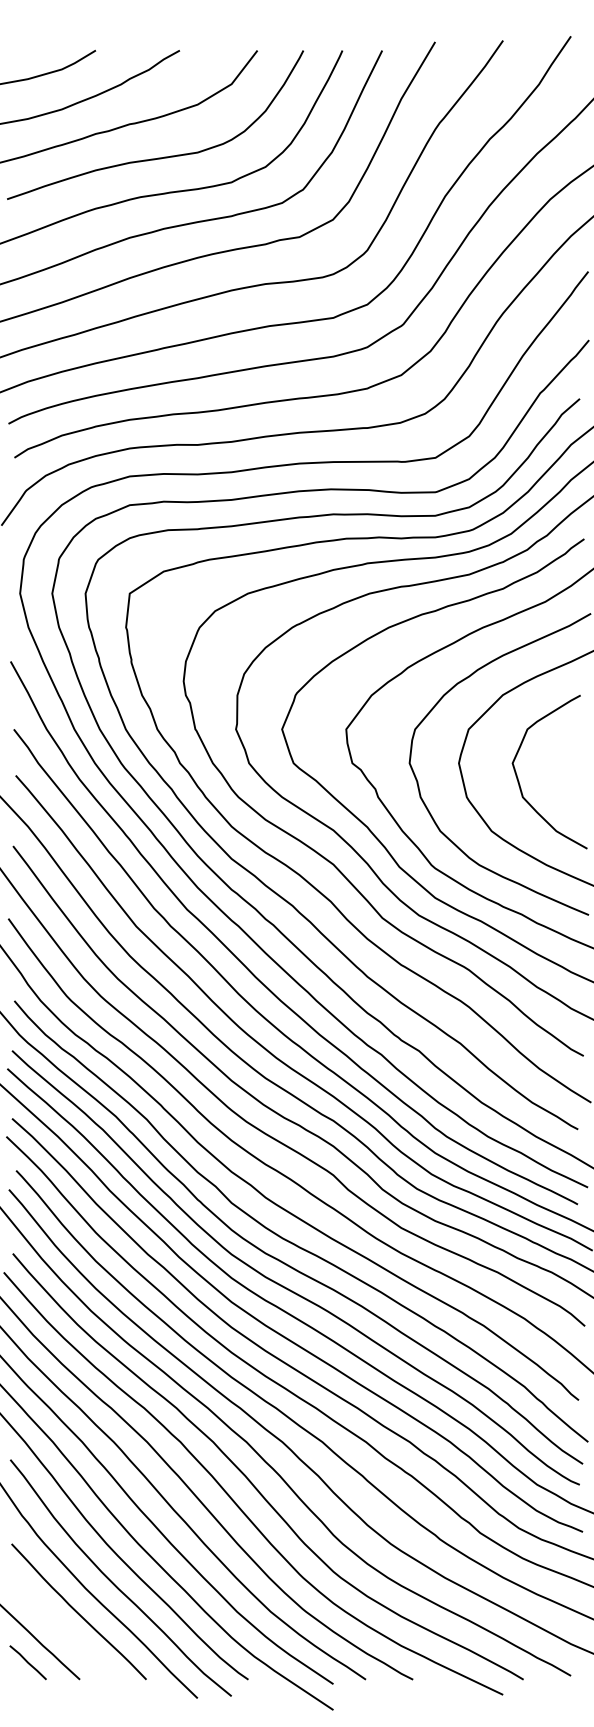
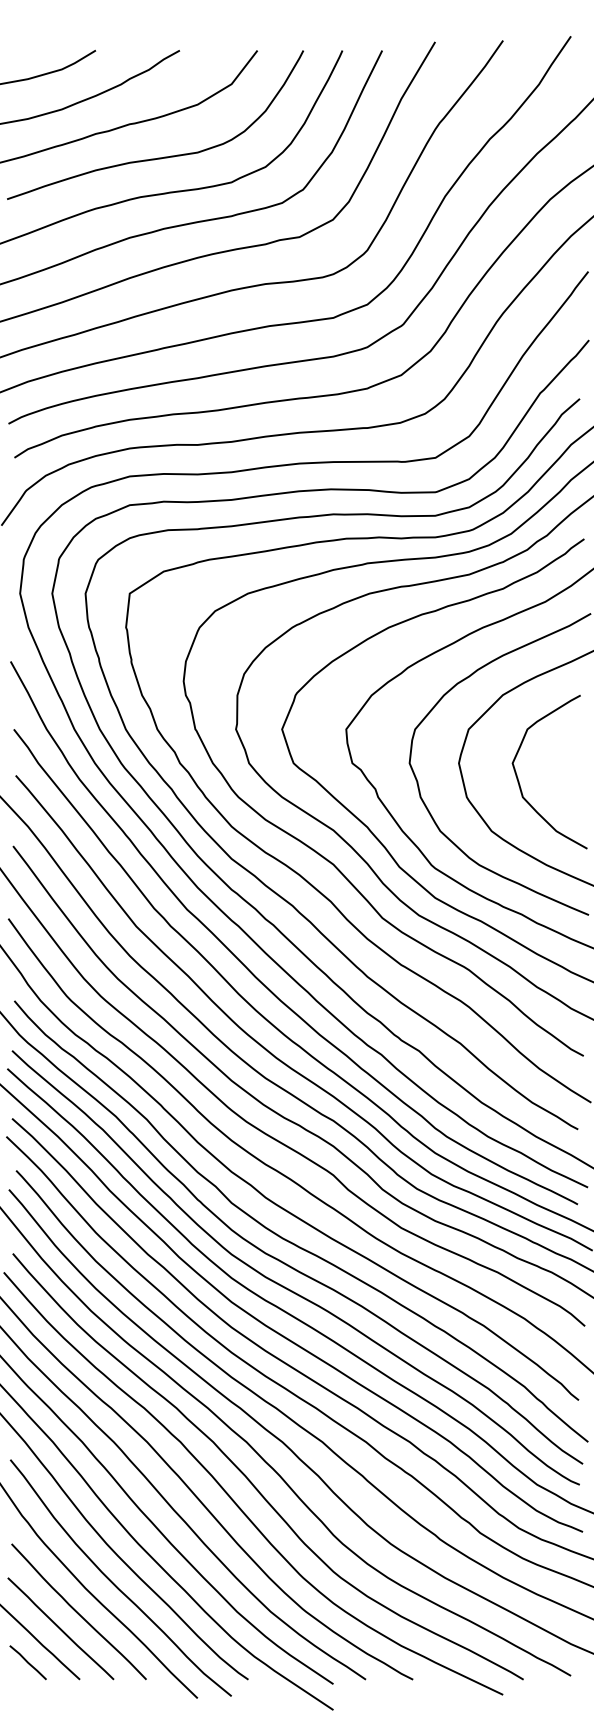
line at (60, 1628): none -> present
